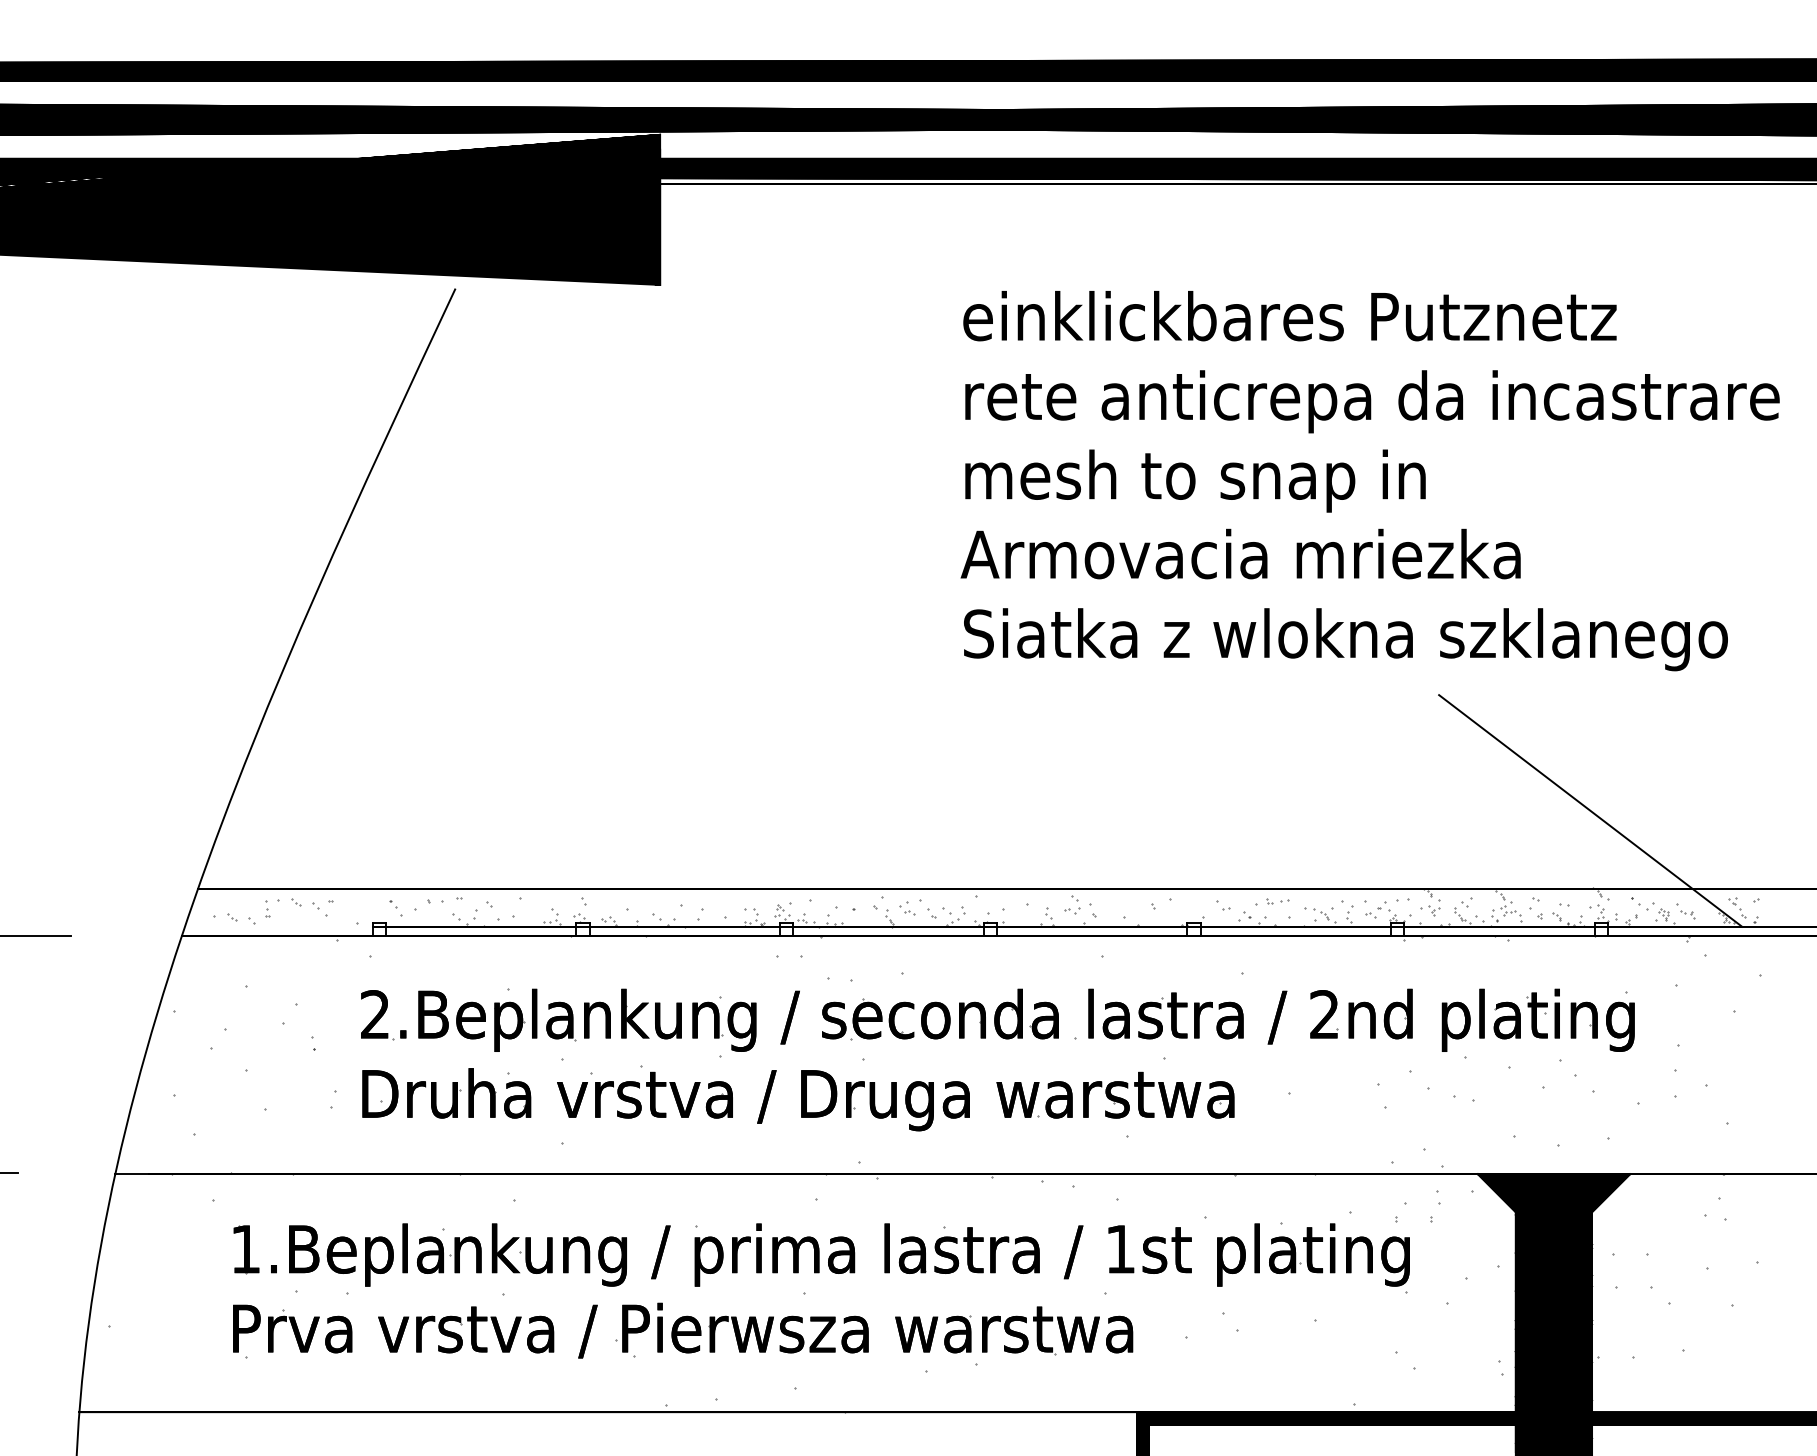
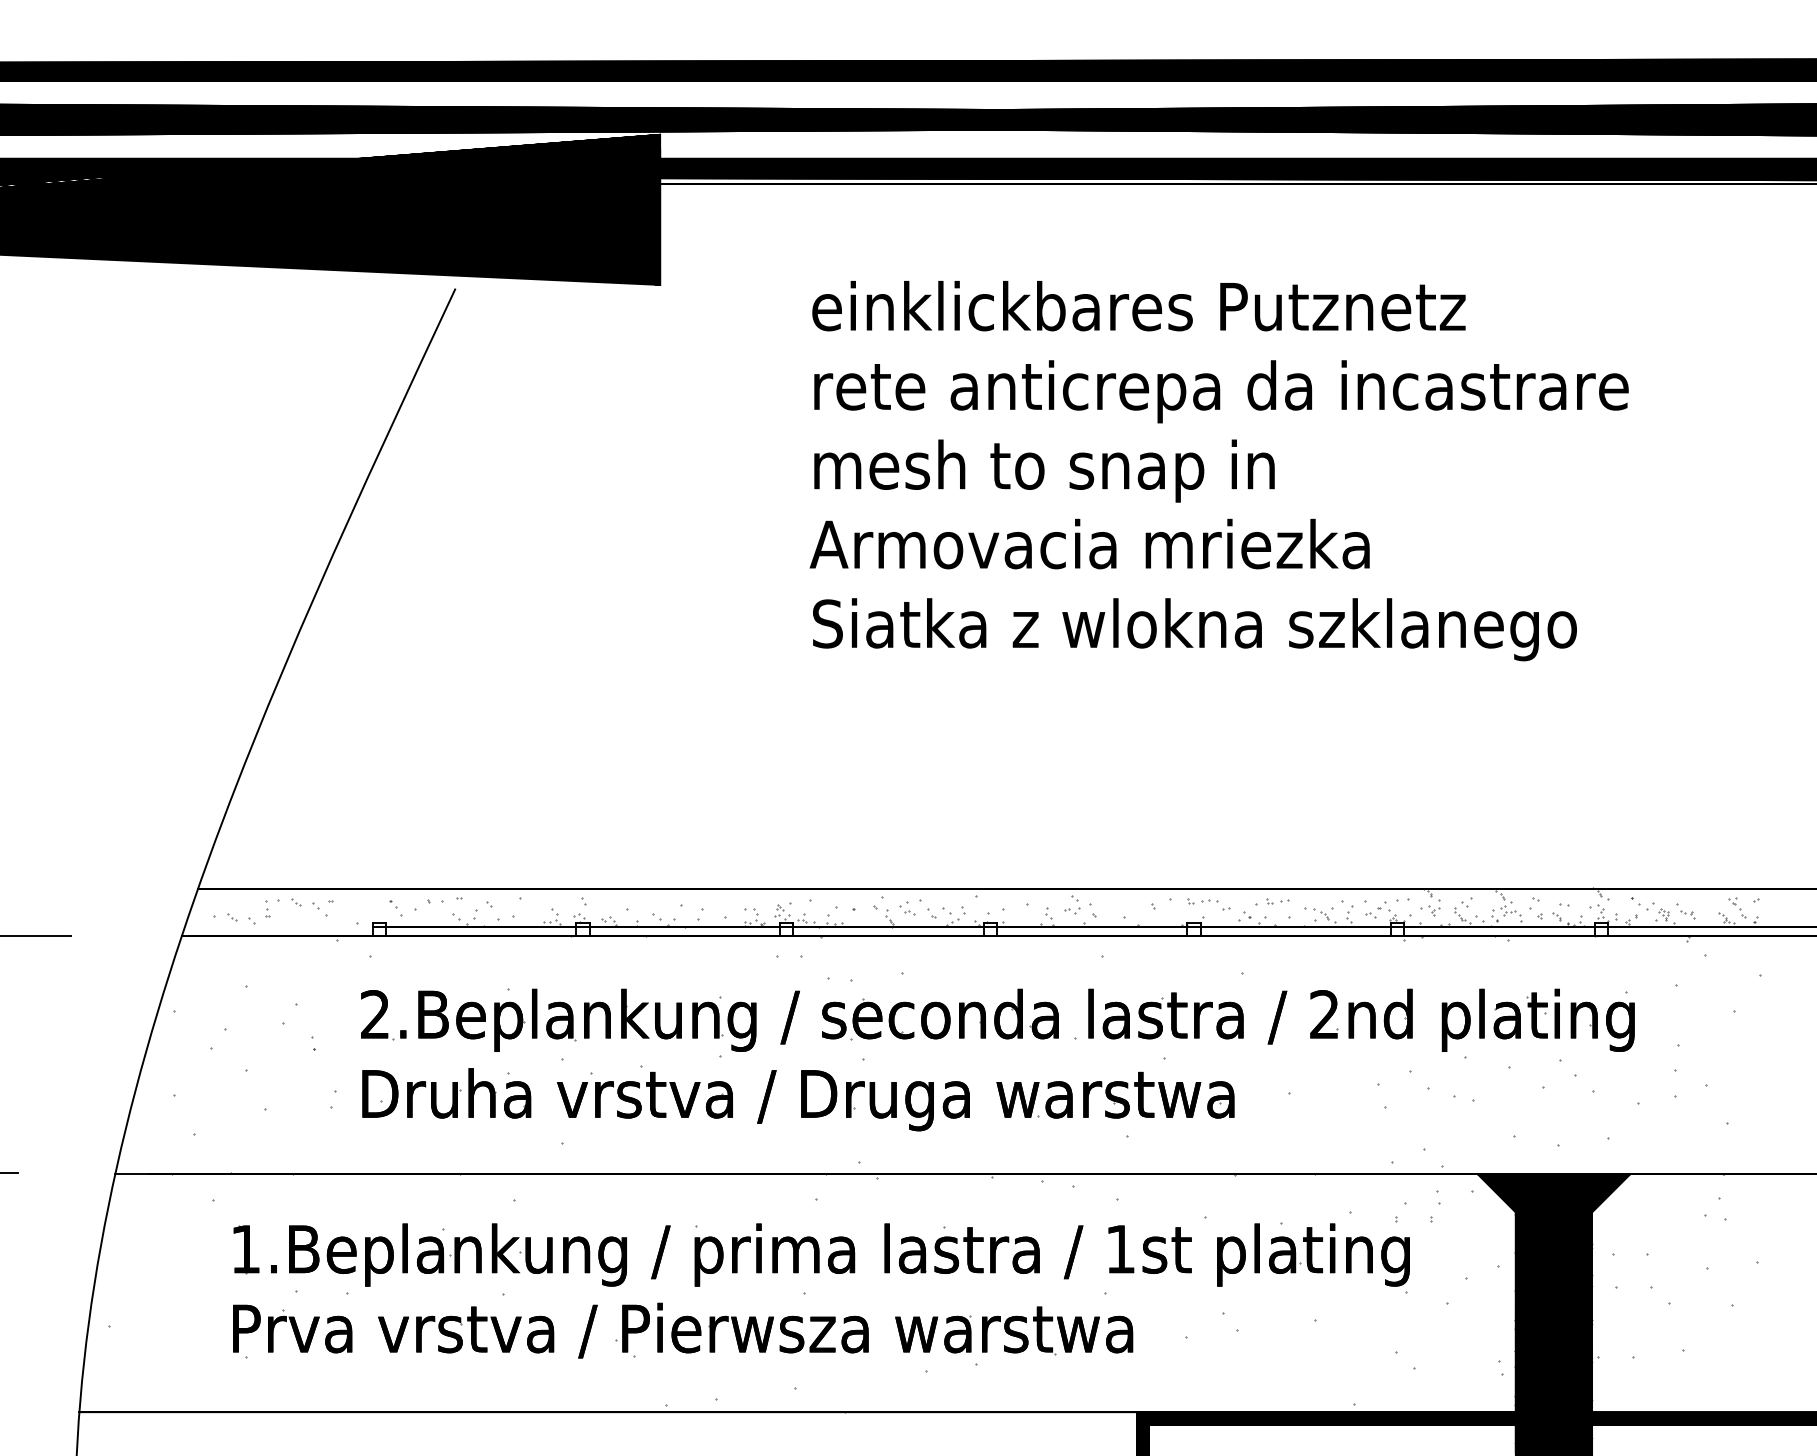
text at (1369, 481) position: (1369, 481) -> (1218, 471)
line at (1590, 810): present -> none
part at (1198, 901): none -> present
